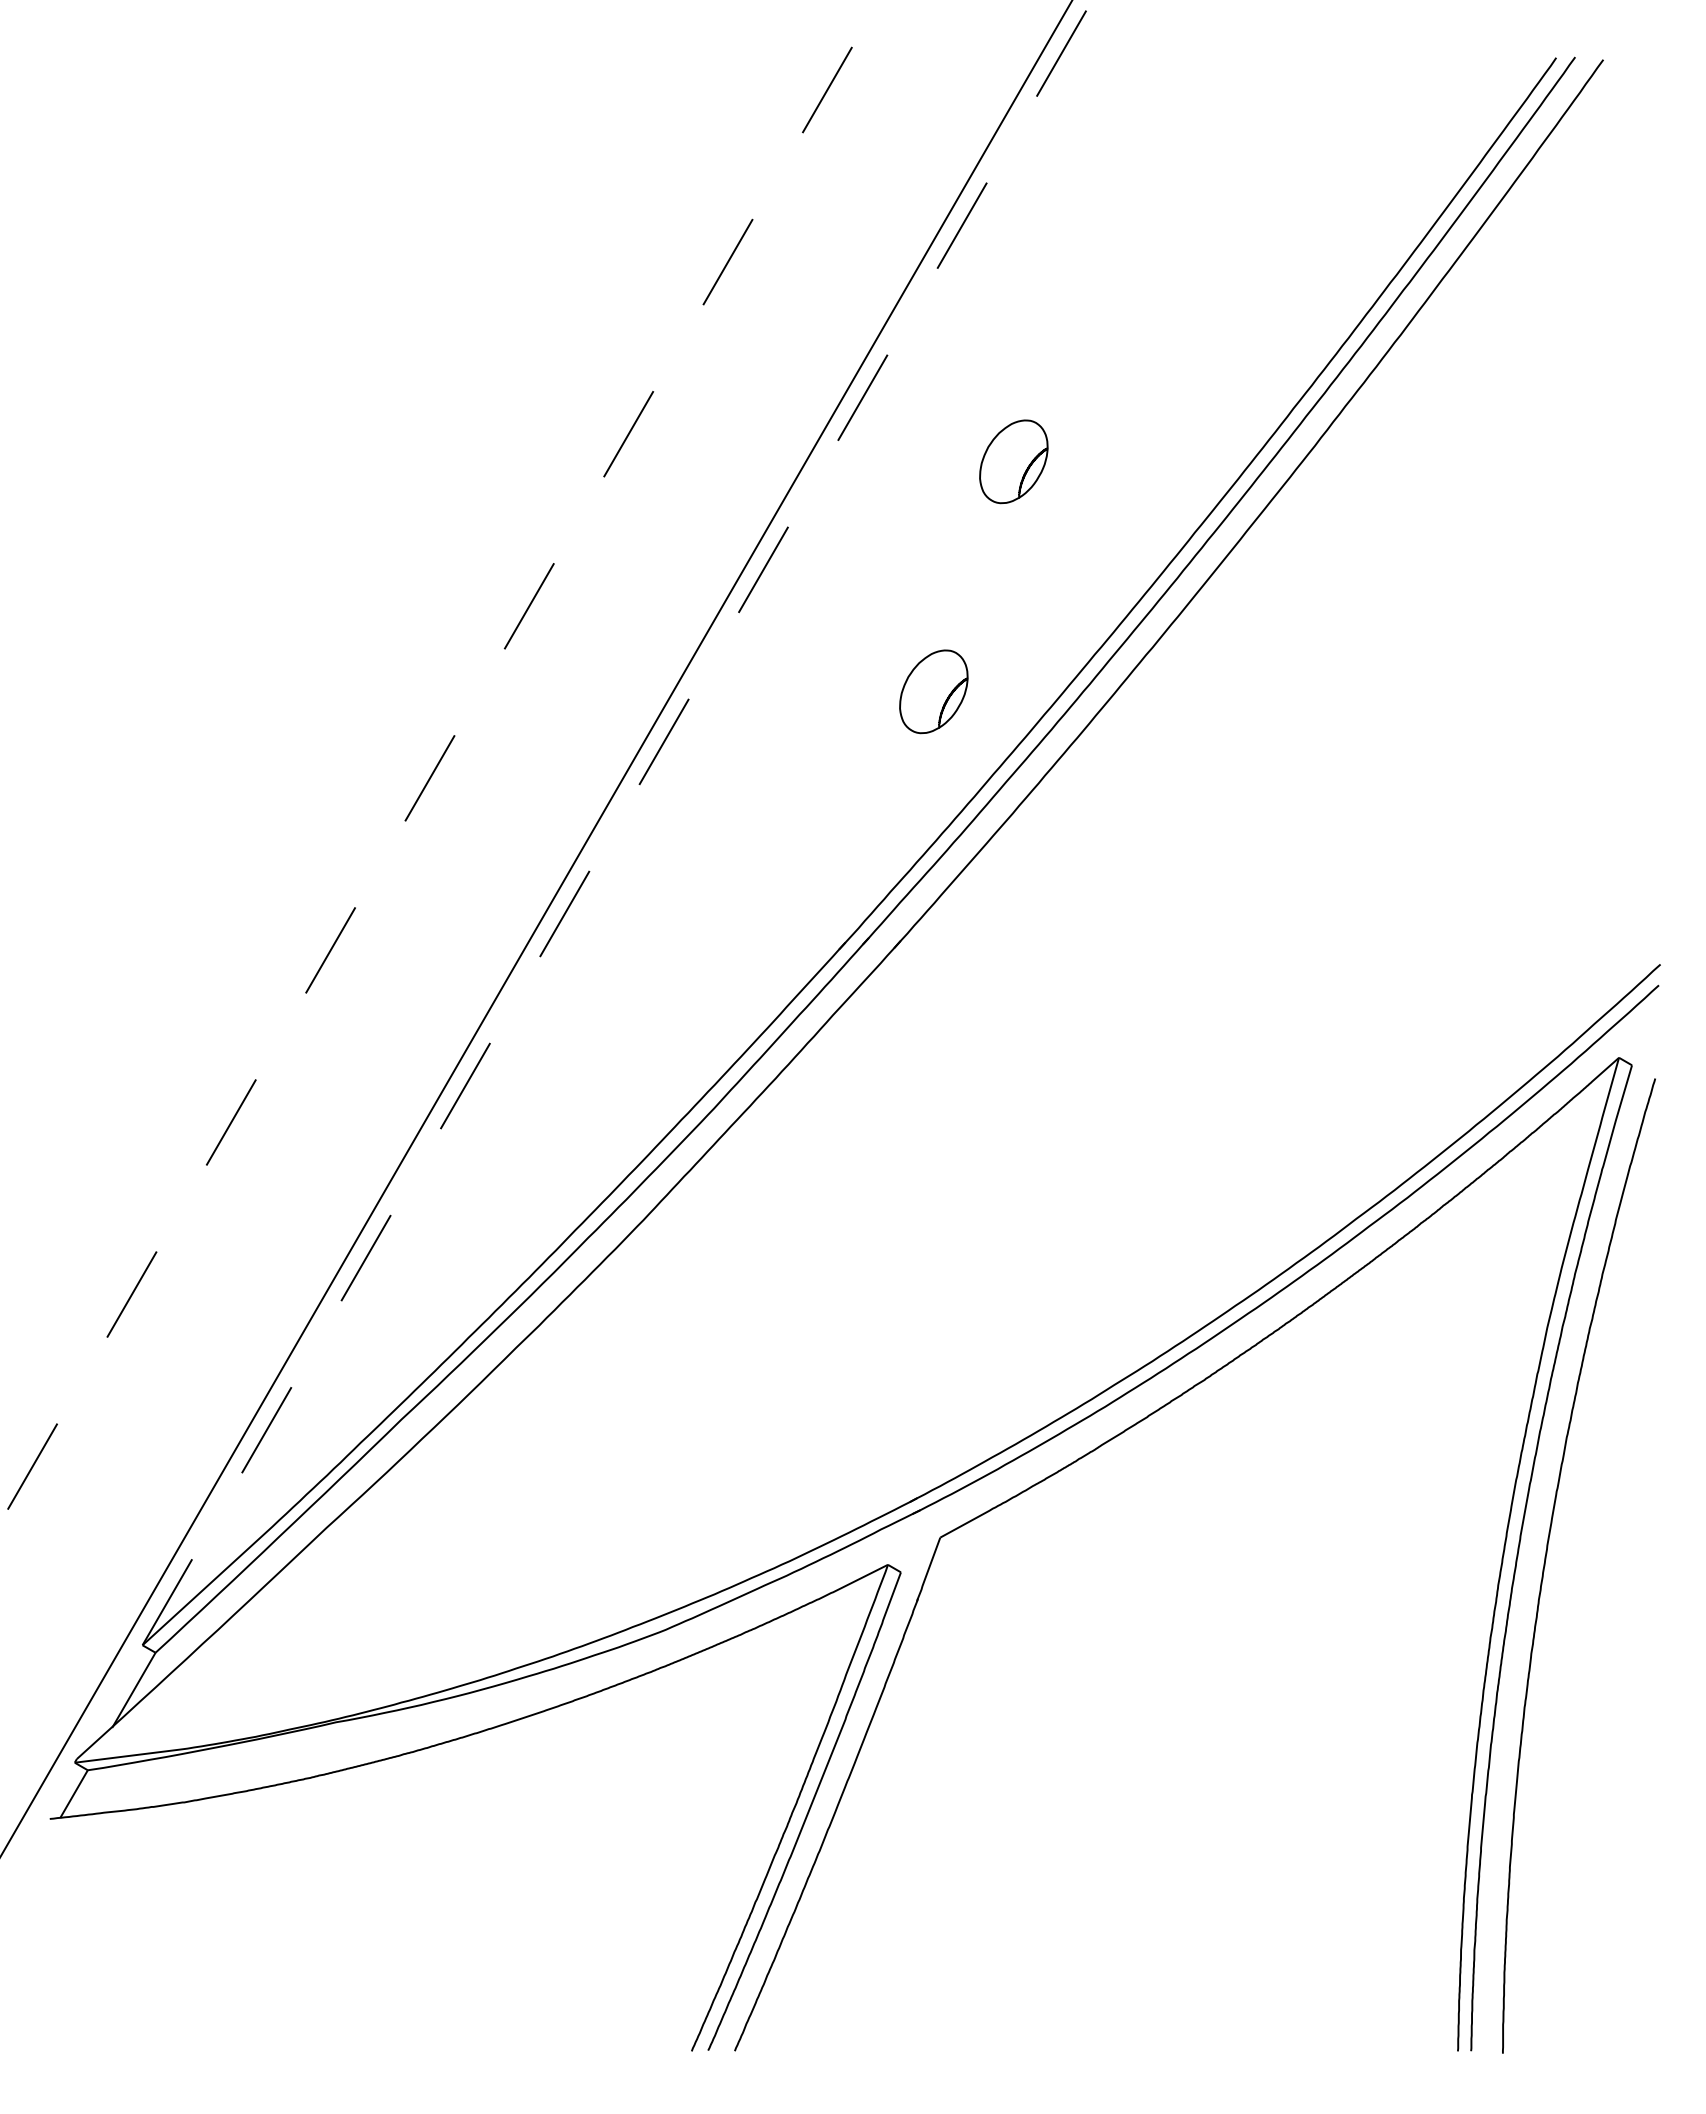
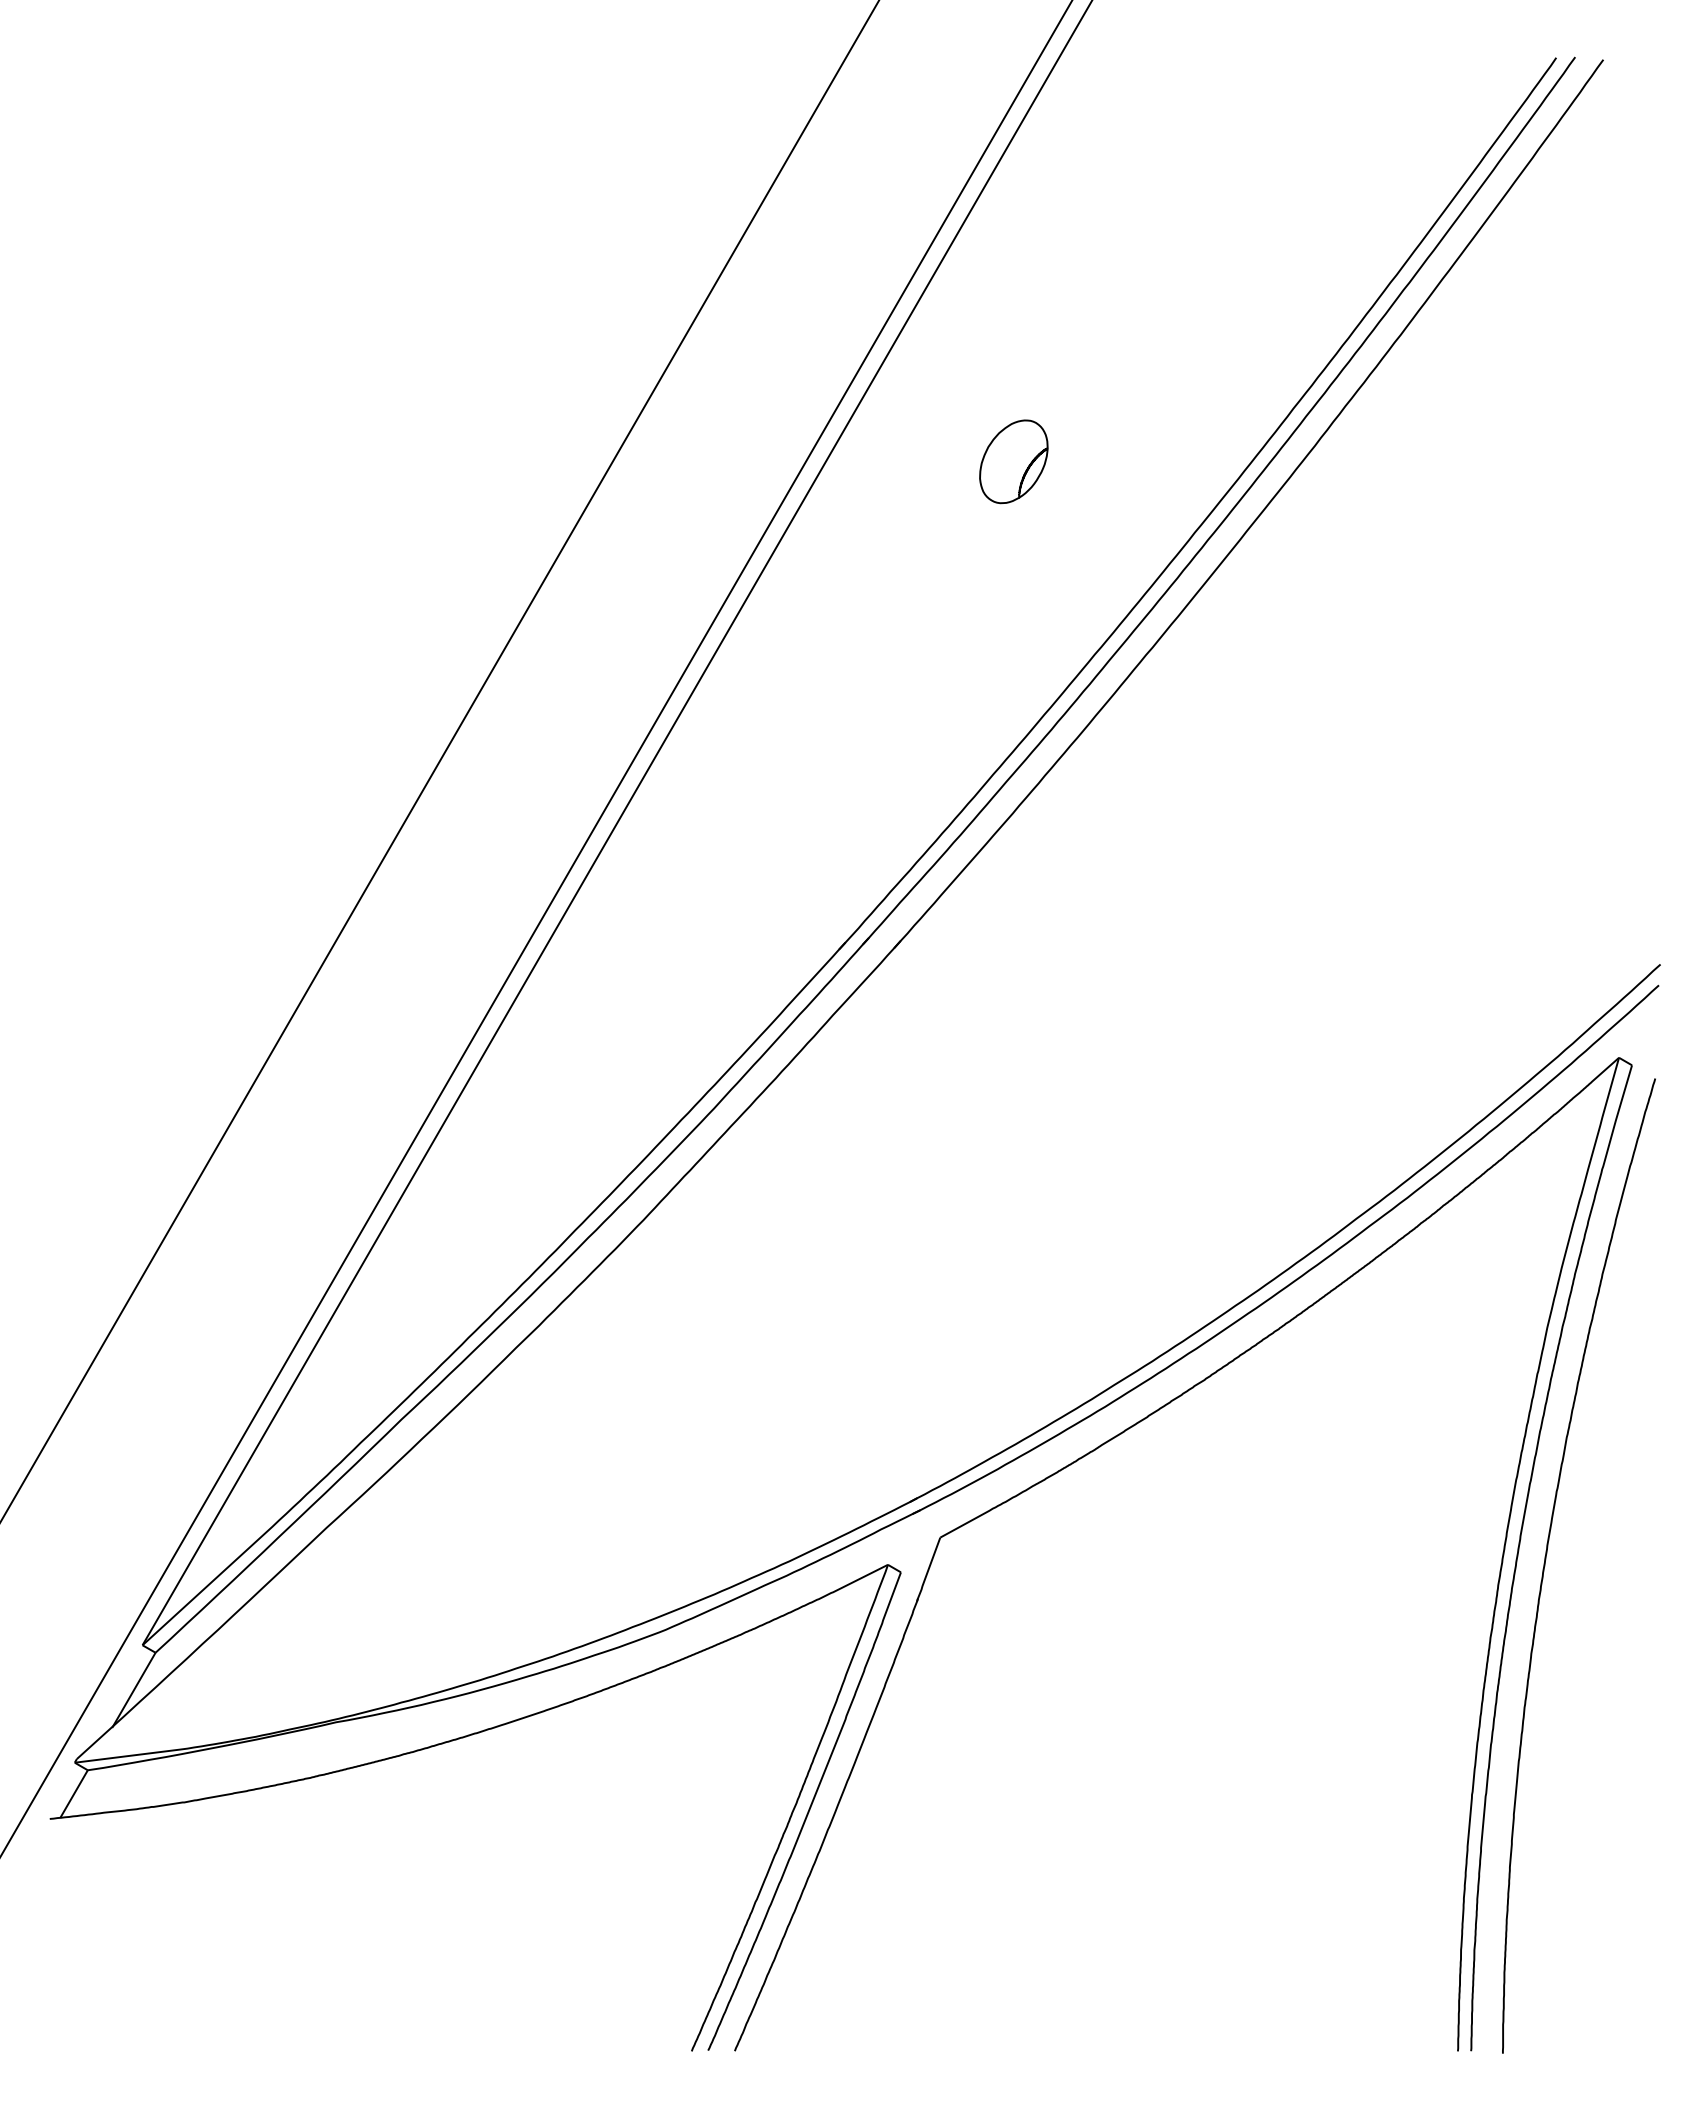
part at (933, 691): present -> none
line at (439, 761): dashed -> solid
line at (617, 822): dashed -> solid
